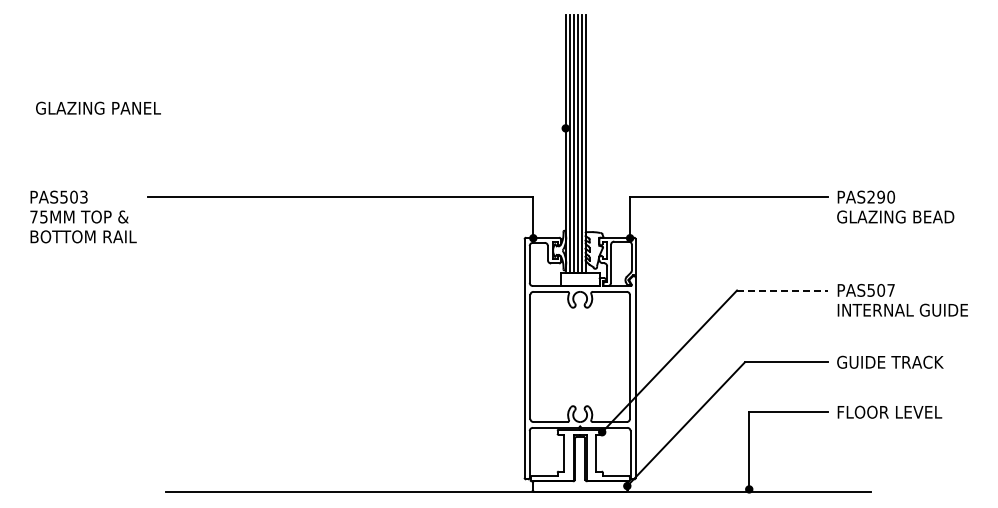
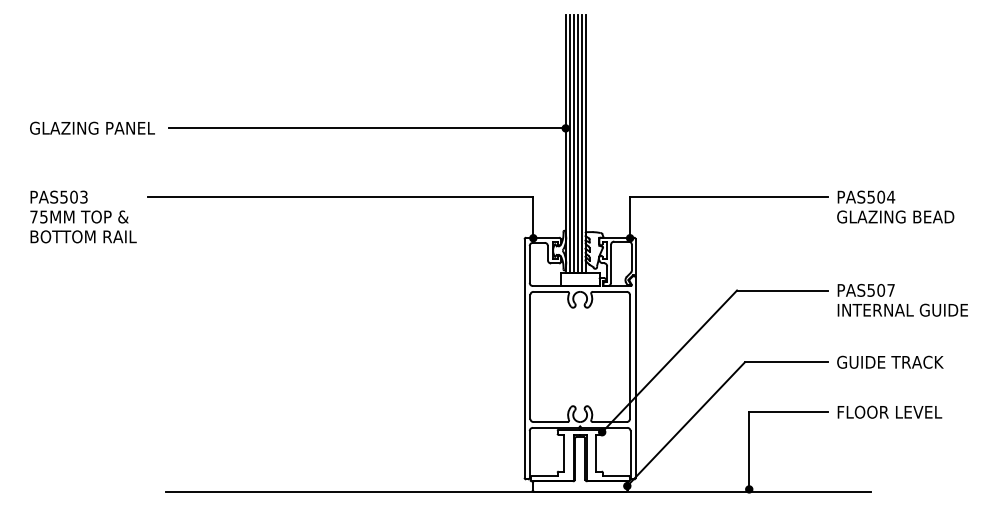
text at (98, 107) position: (98, 107) -> (92, 127)
line at (366, 128): none -> present
text at (881, 196): PAS290 -> PAS504
line at (782, 290): dashed -> solid
